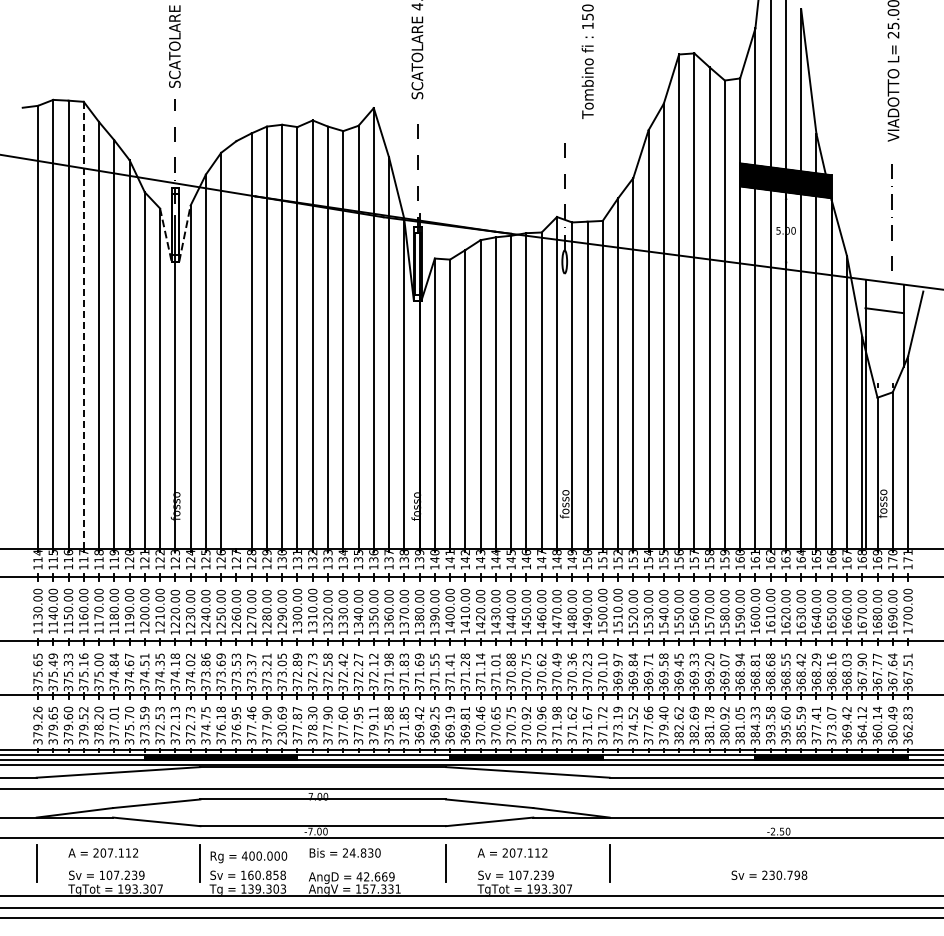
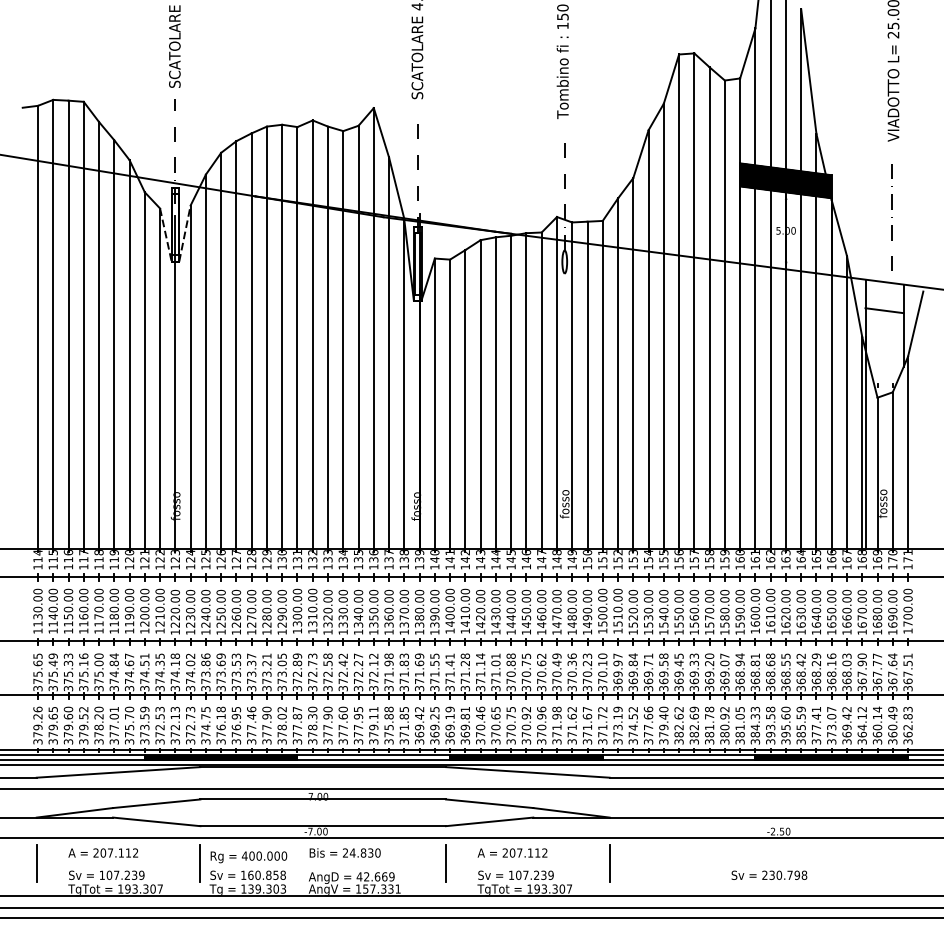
text at (587, 61) position: (587, 61) -> (562, 61)
line at (83, 325): dashed -> solid
line at (236, 345): none -> present
text at (281, 725): 230.69 -> 378.02
